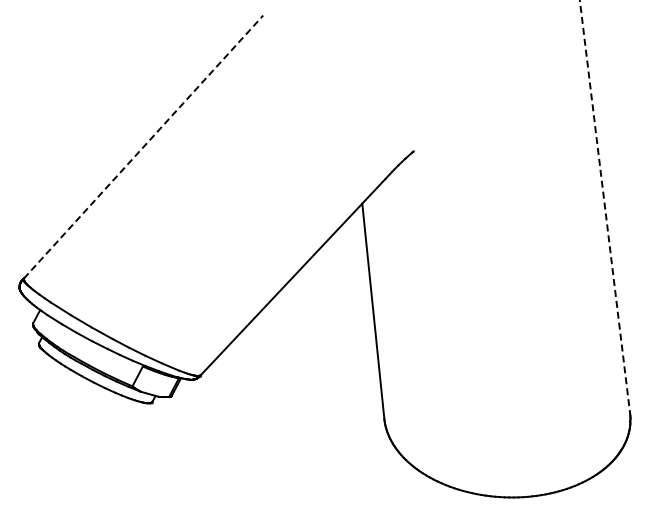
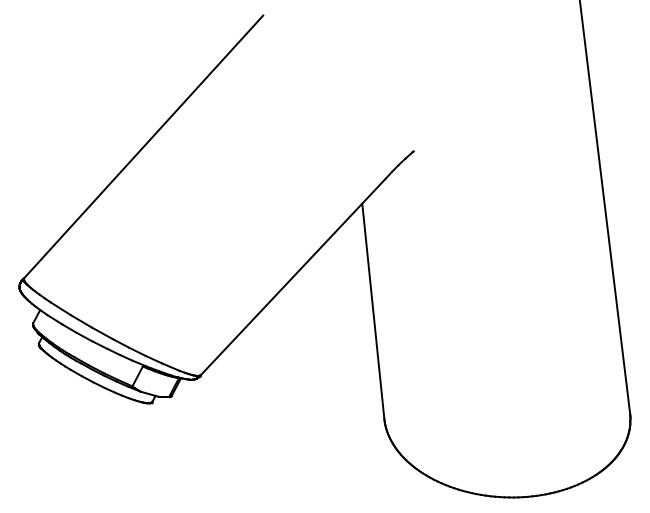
line at (143, 147): dashed -> solid
line at (605, 207): dashed -> solid
